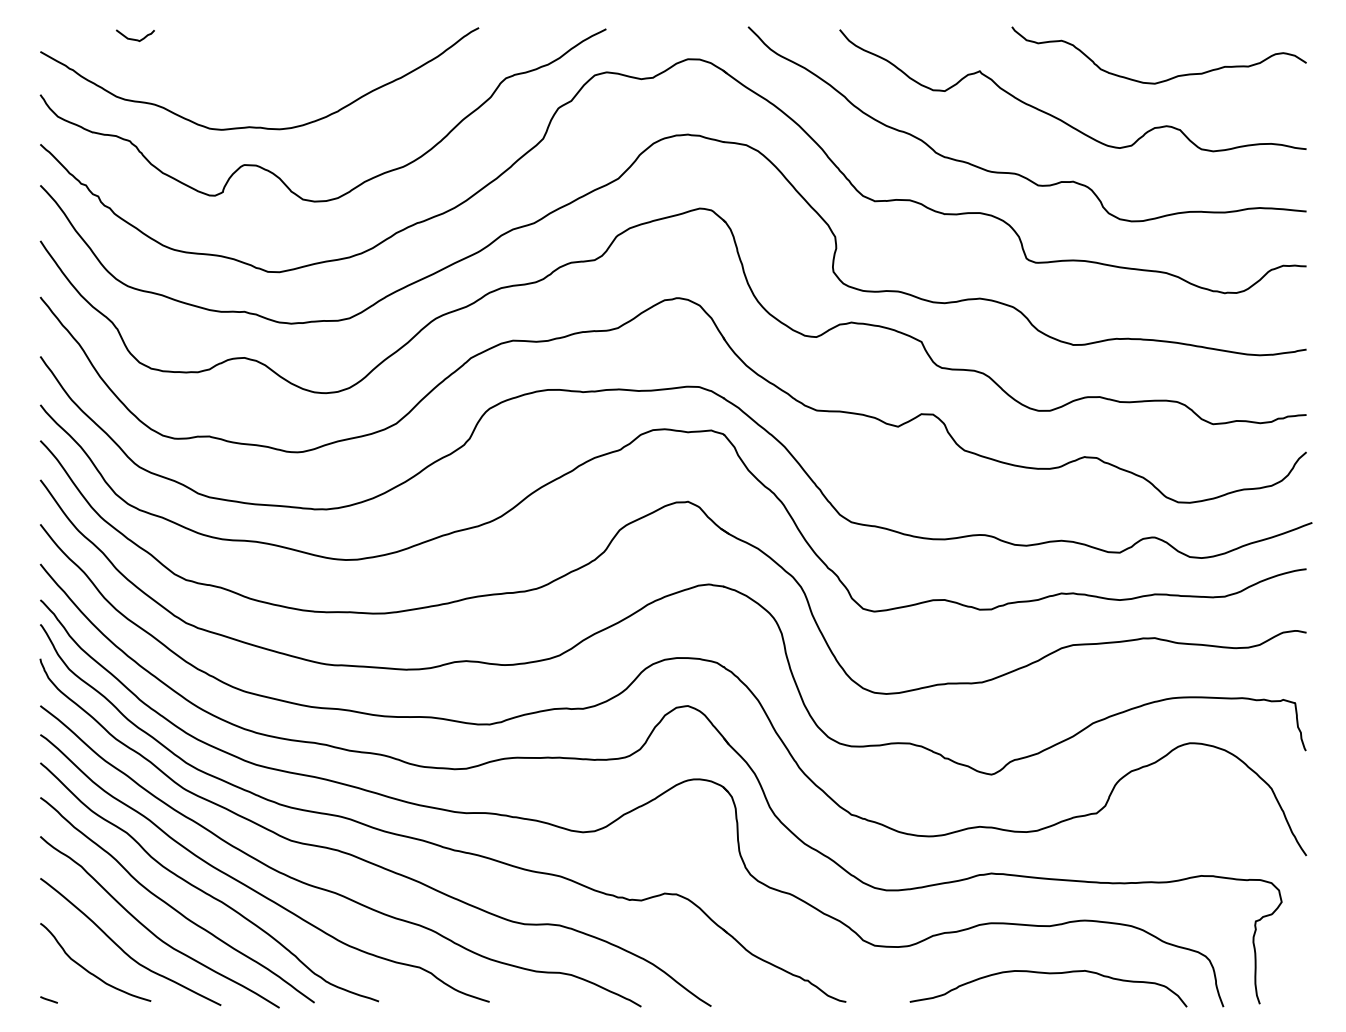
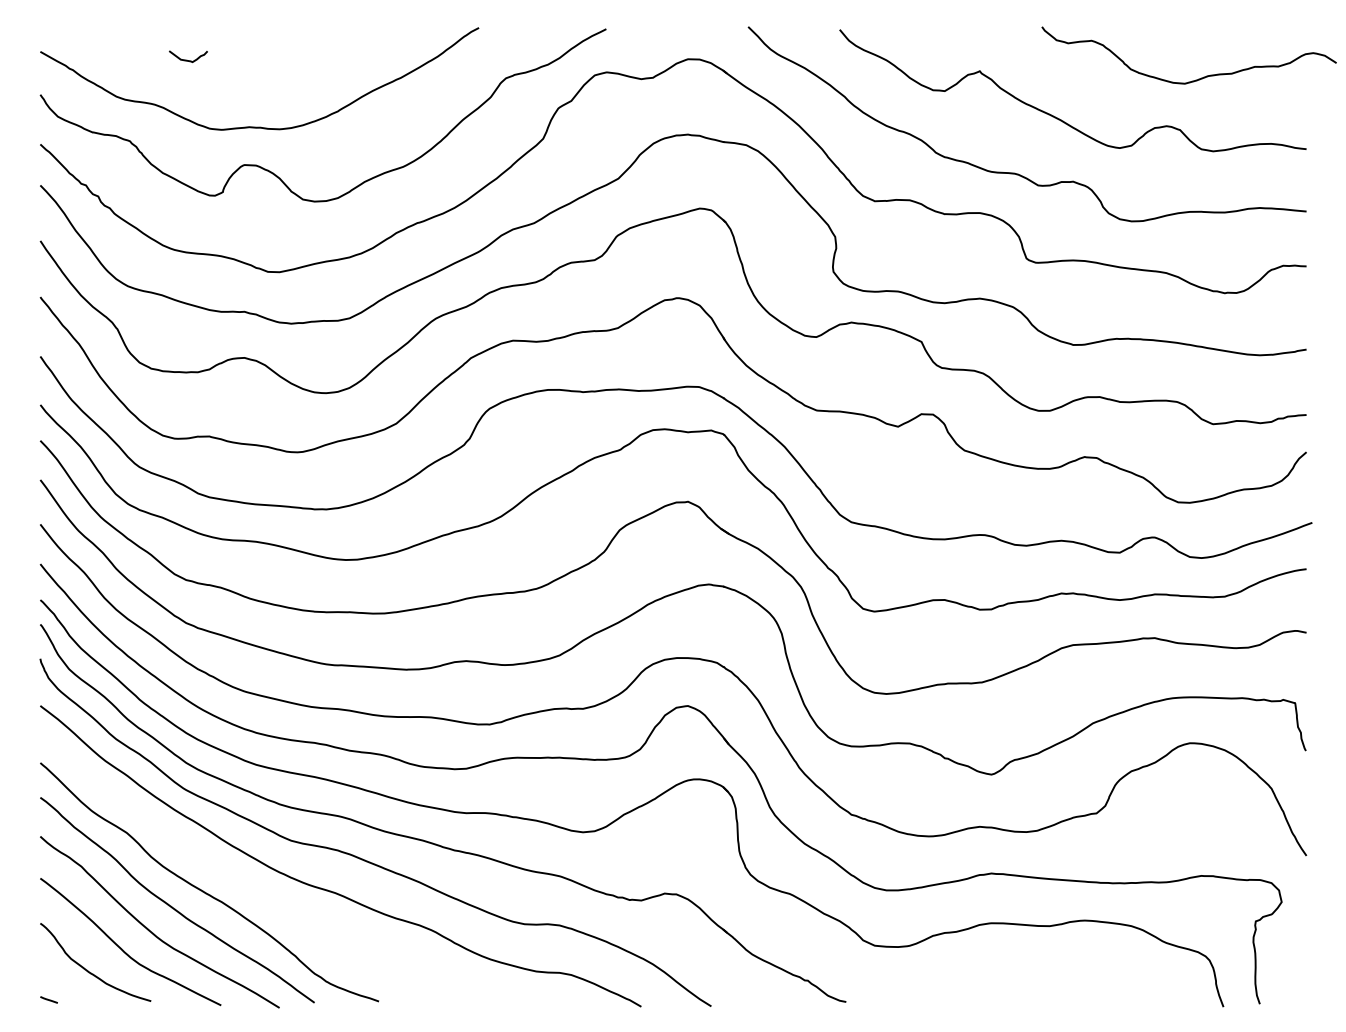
curve at (134, 38) position: (134, 38) -> (187, 59)
curve at (1165, 79) position: (1165, 79) -> (1195, 79)
curve at (251, 887): present -> none
curve at (1048, 974): present -> none
